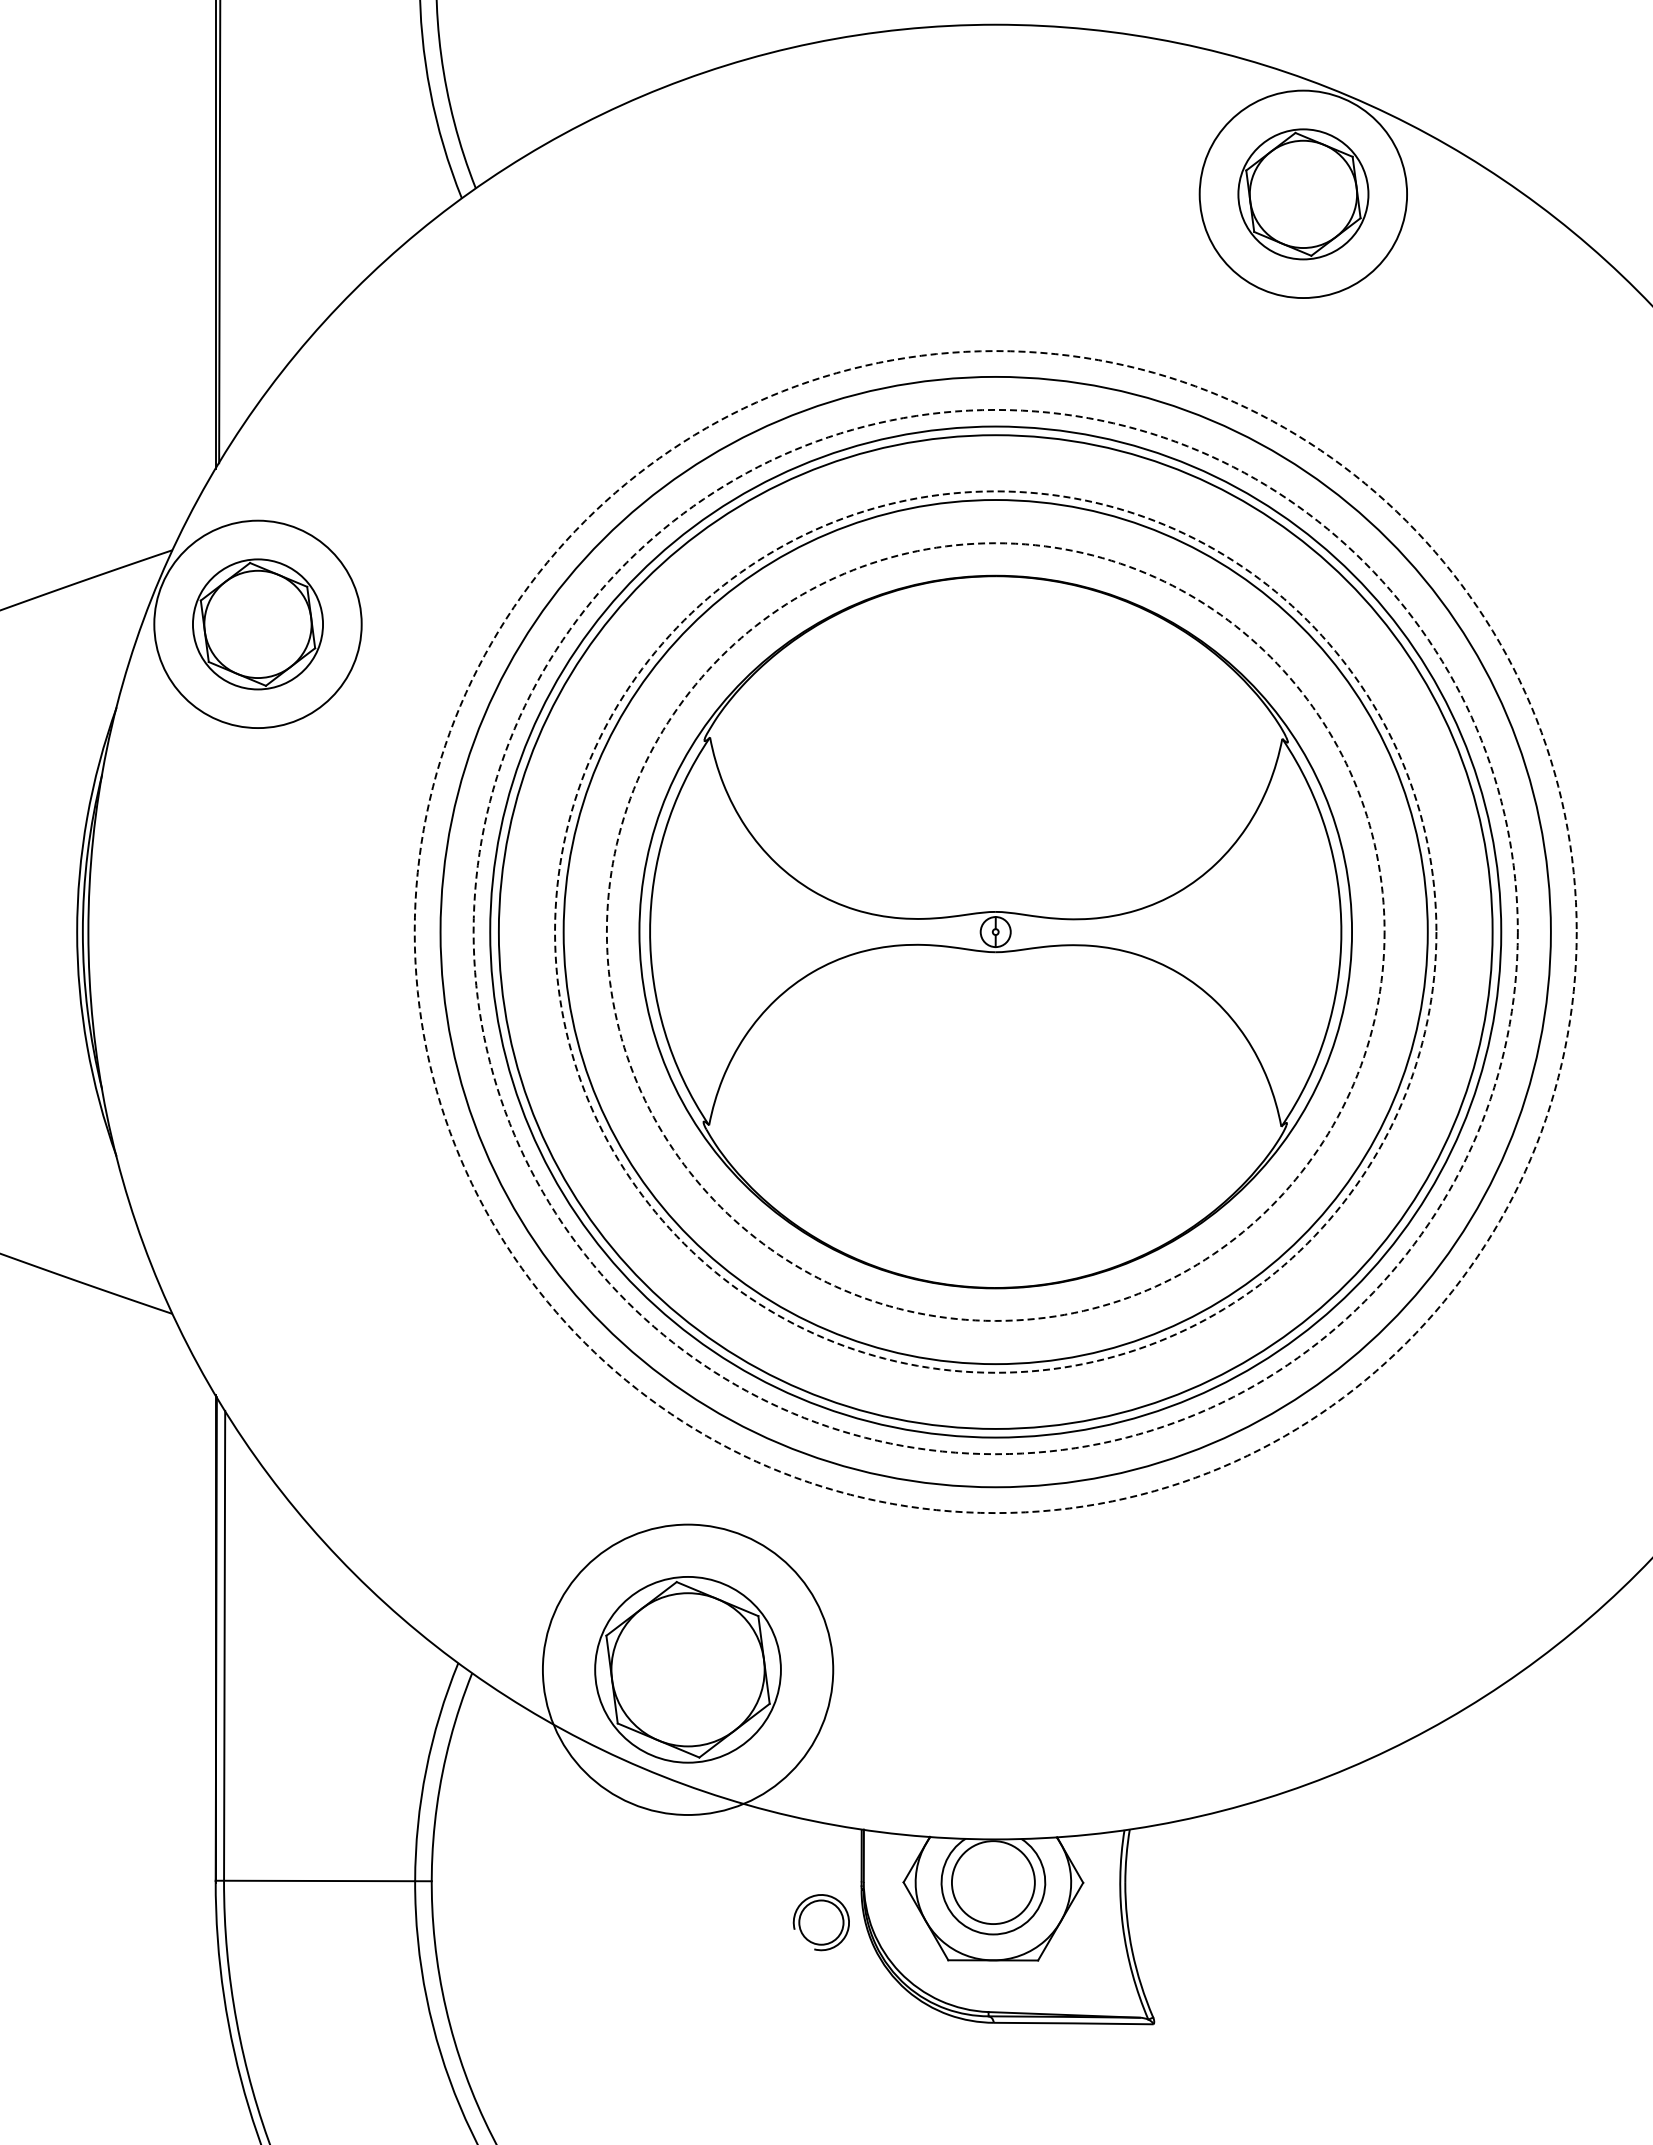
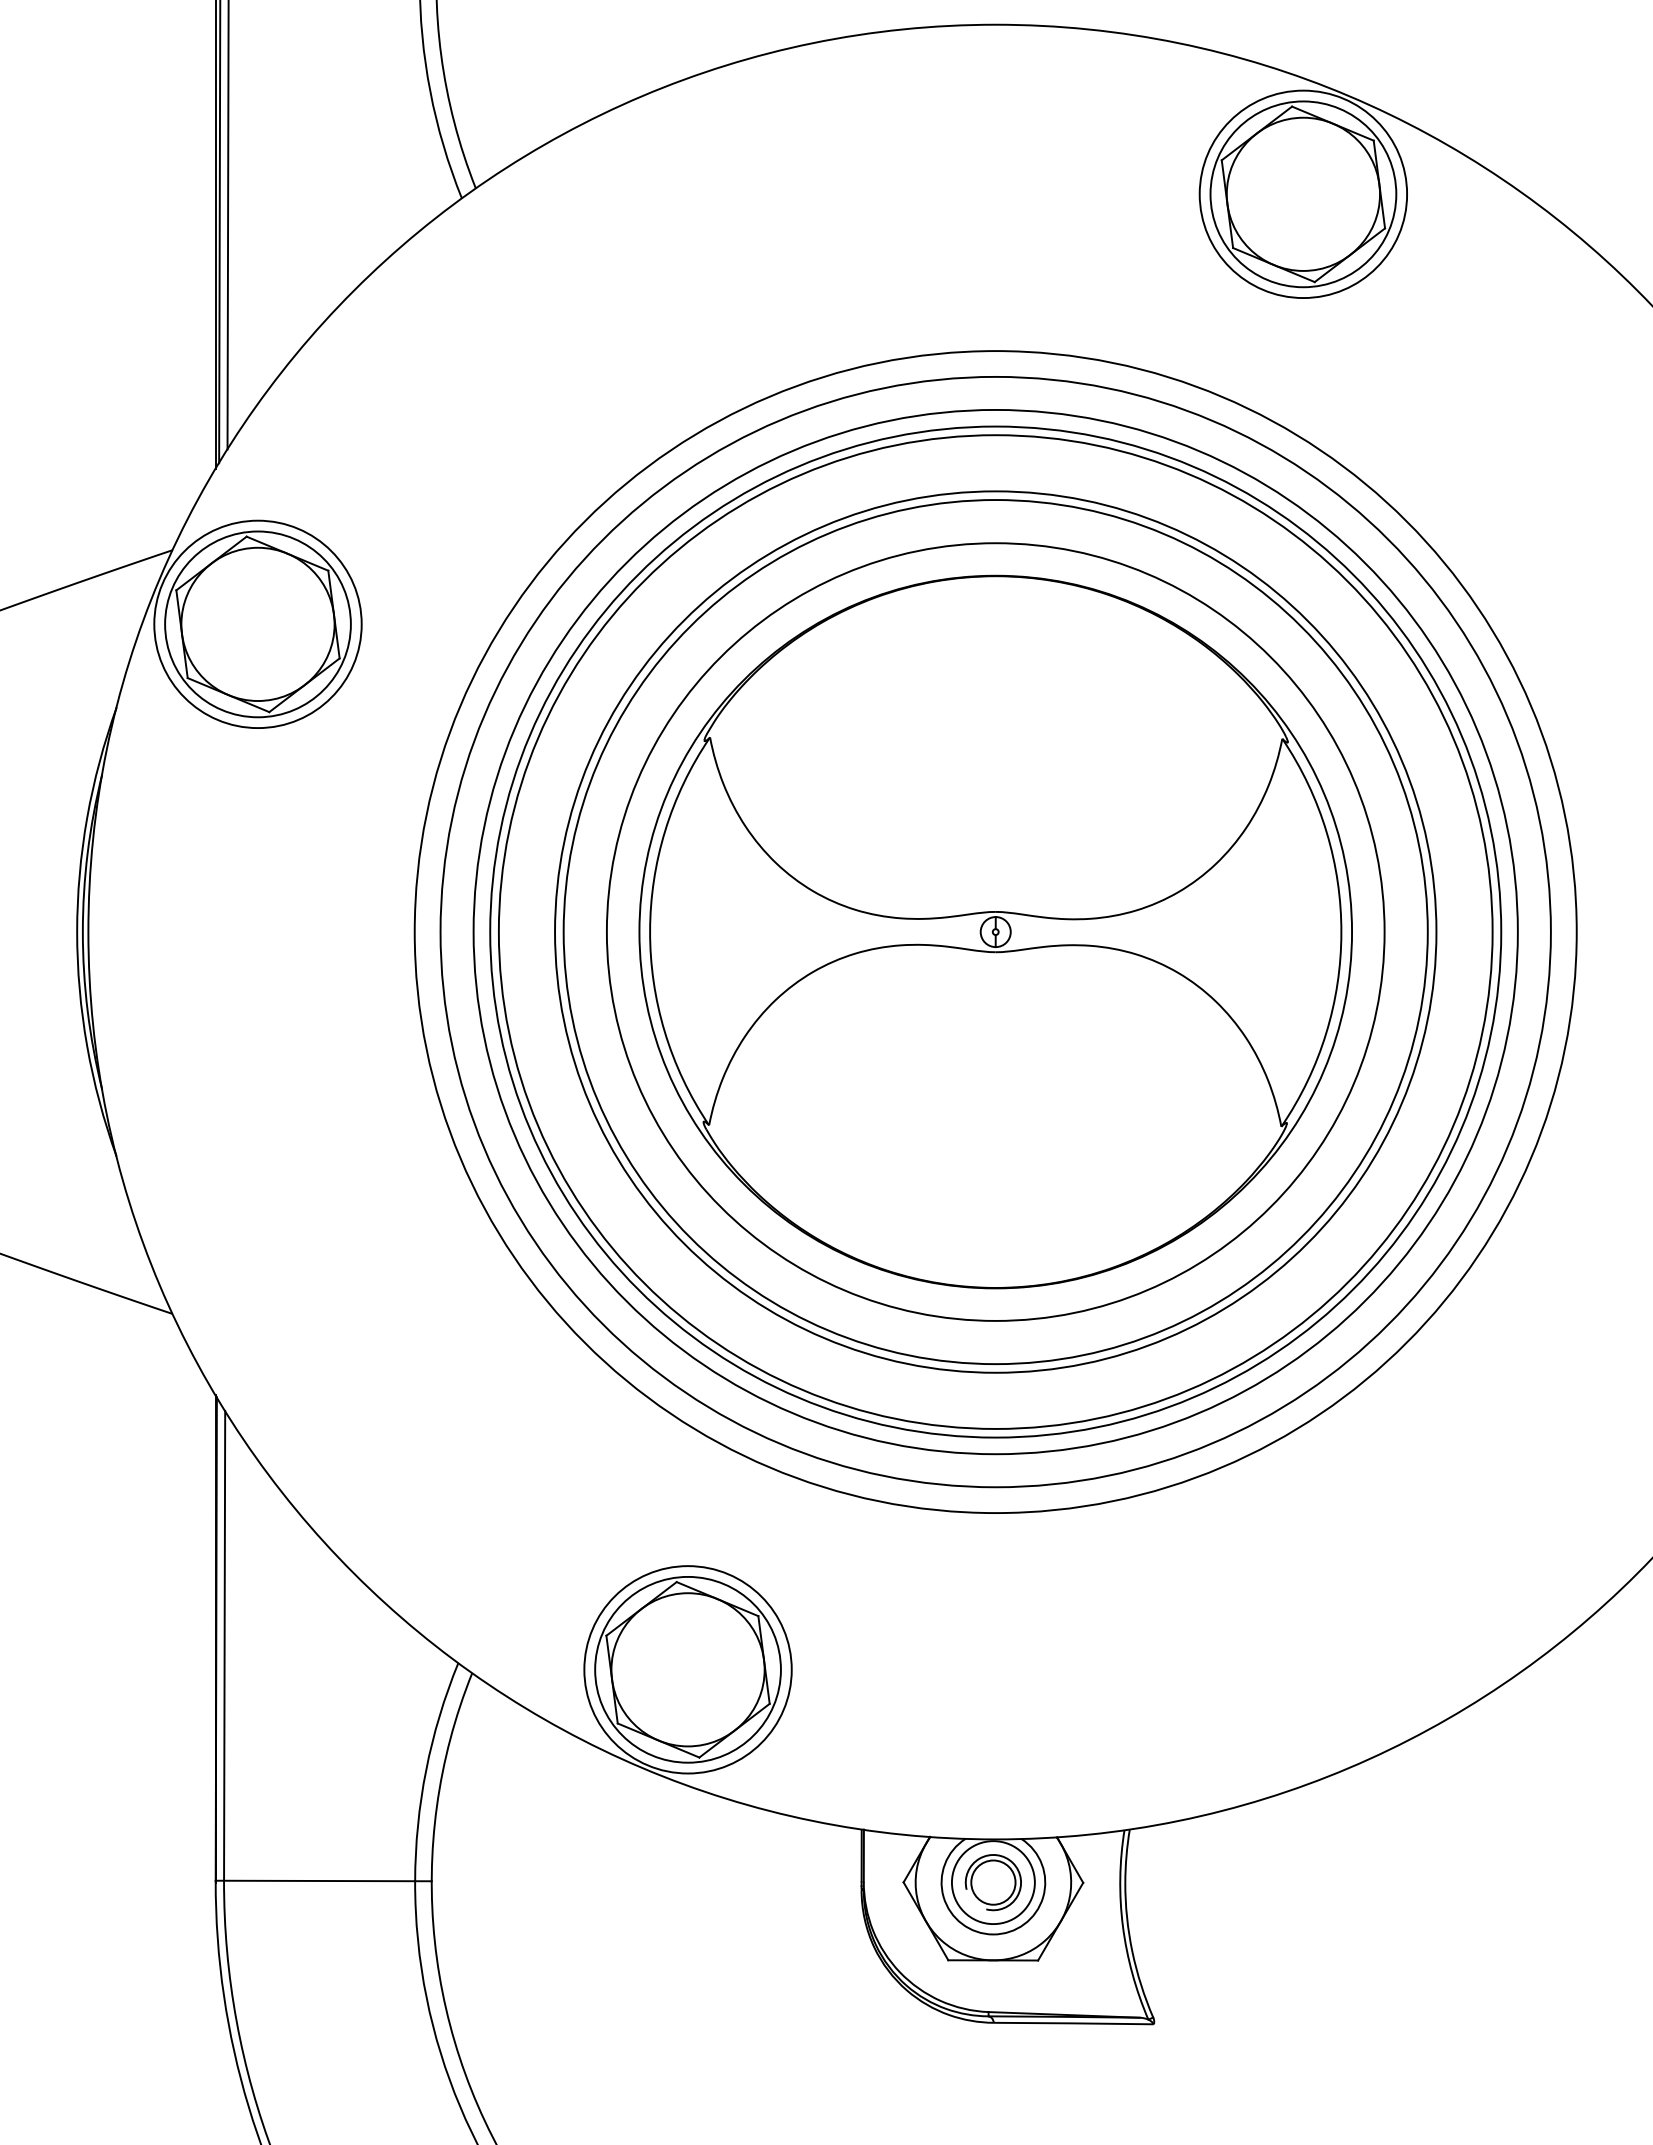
part at (1303, 194) size: 133x133 px -> 189x189 px
line at (227, 225): none -> present
part at (257, 624) size: 132x133 px -> 188x189 px
circle at (995, 931): dashed -> solid
circle at (995, 931): dashed -> solid
circle at (995, 931): dashed -> solid
circle at (995, 932): dashed -> solid
circle at (687, 1669) diameter: 290 px -> 207 px
part at (820, 1922) position: (820, 1922) -> (992, 1882)
